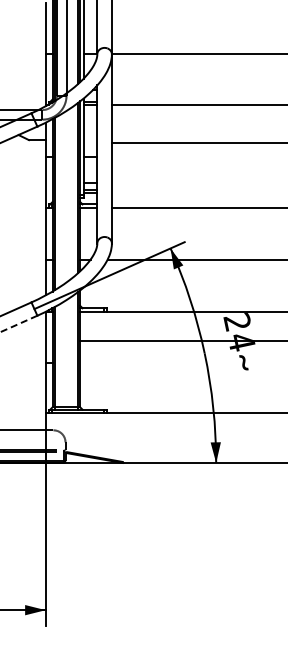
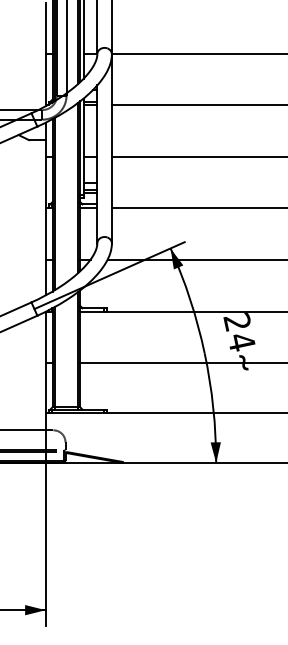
line at (197, 142) position: (197, 142) -> (197, 156)
line at (18, 324): dashed -> solid
line at (182, 340) position: (182, 340) -> (182, 362)
